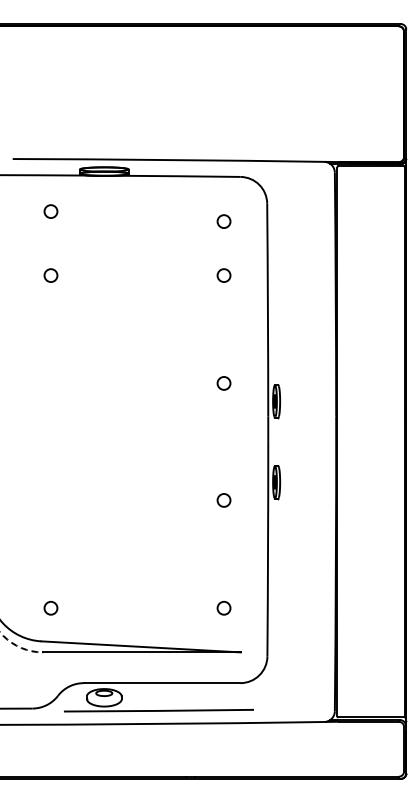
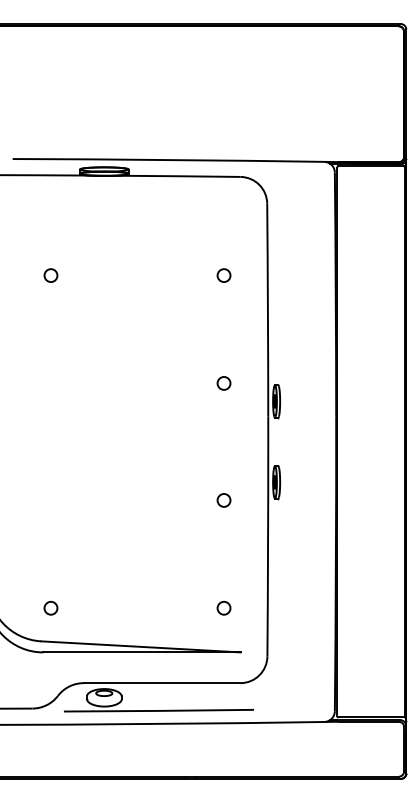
circle at (50, 211): present -> none
circle at (223, 221): present -> none
arc at (19, 647): dashed -> solid
